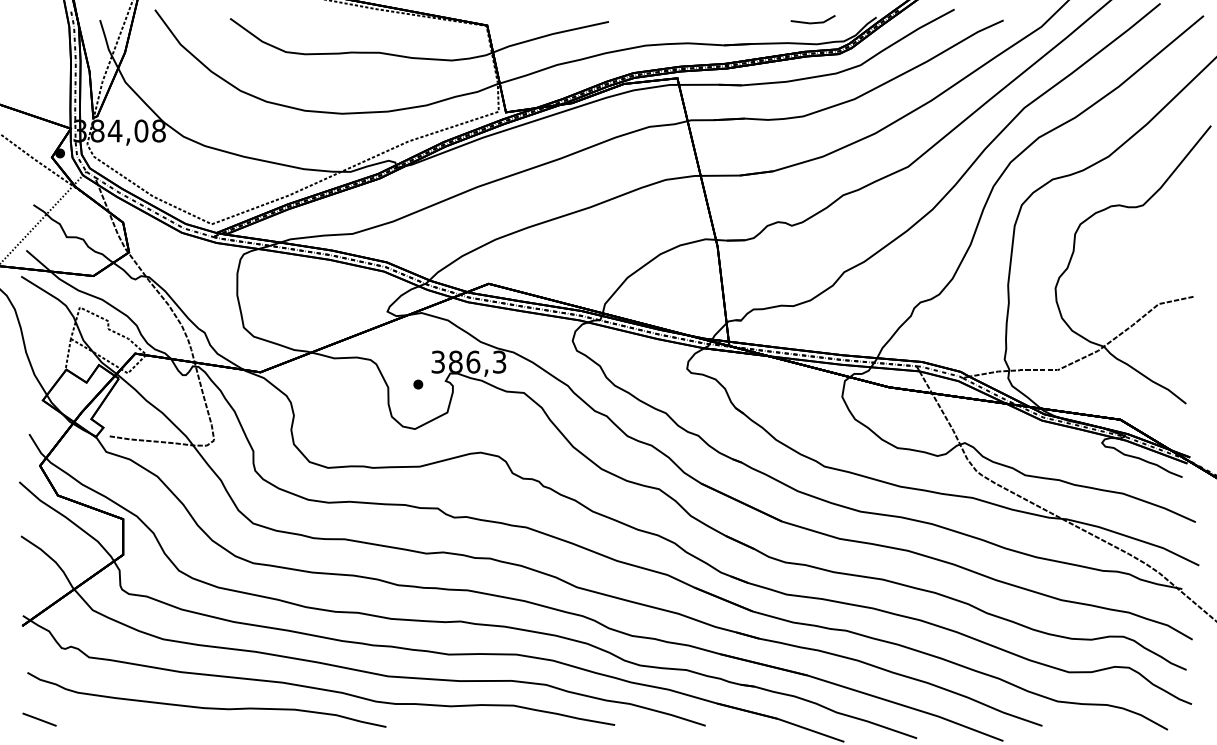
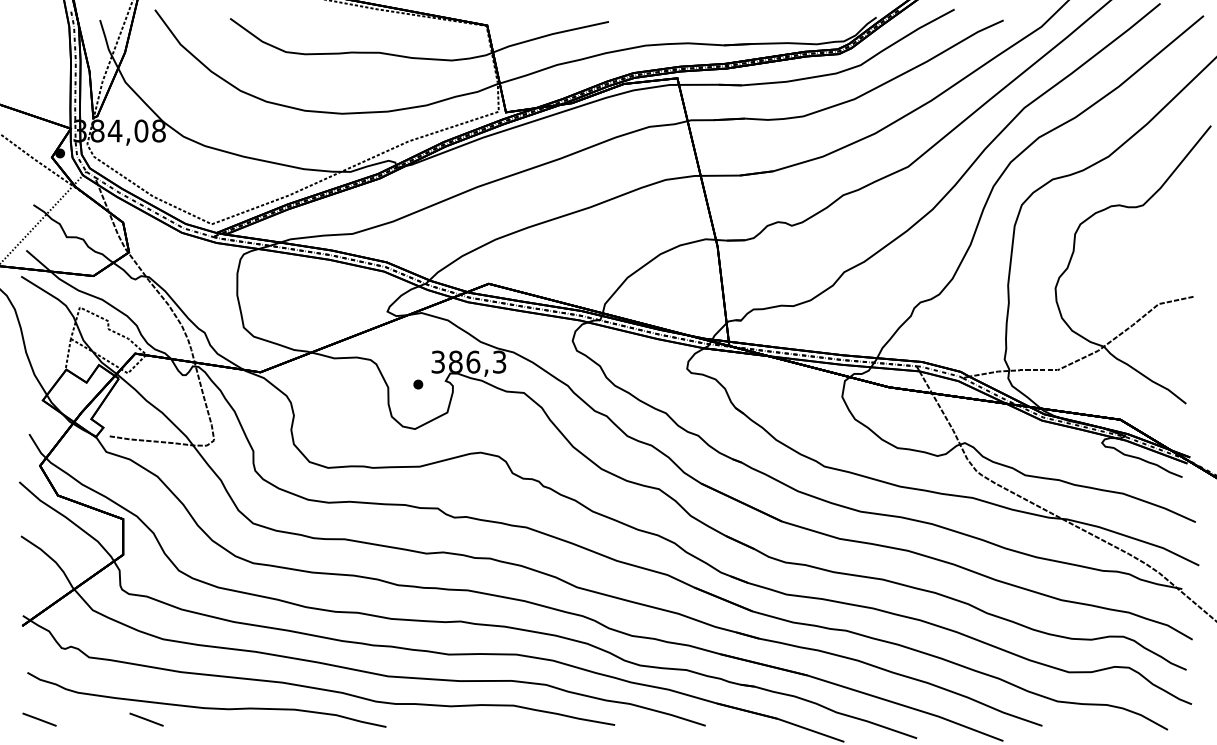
line at (812, 22): present -> none
line at (146, 719): none -> present
